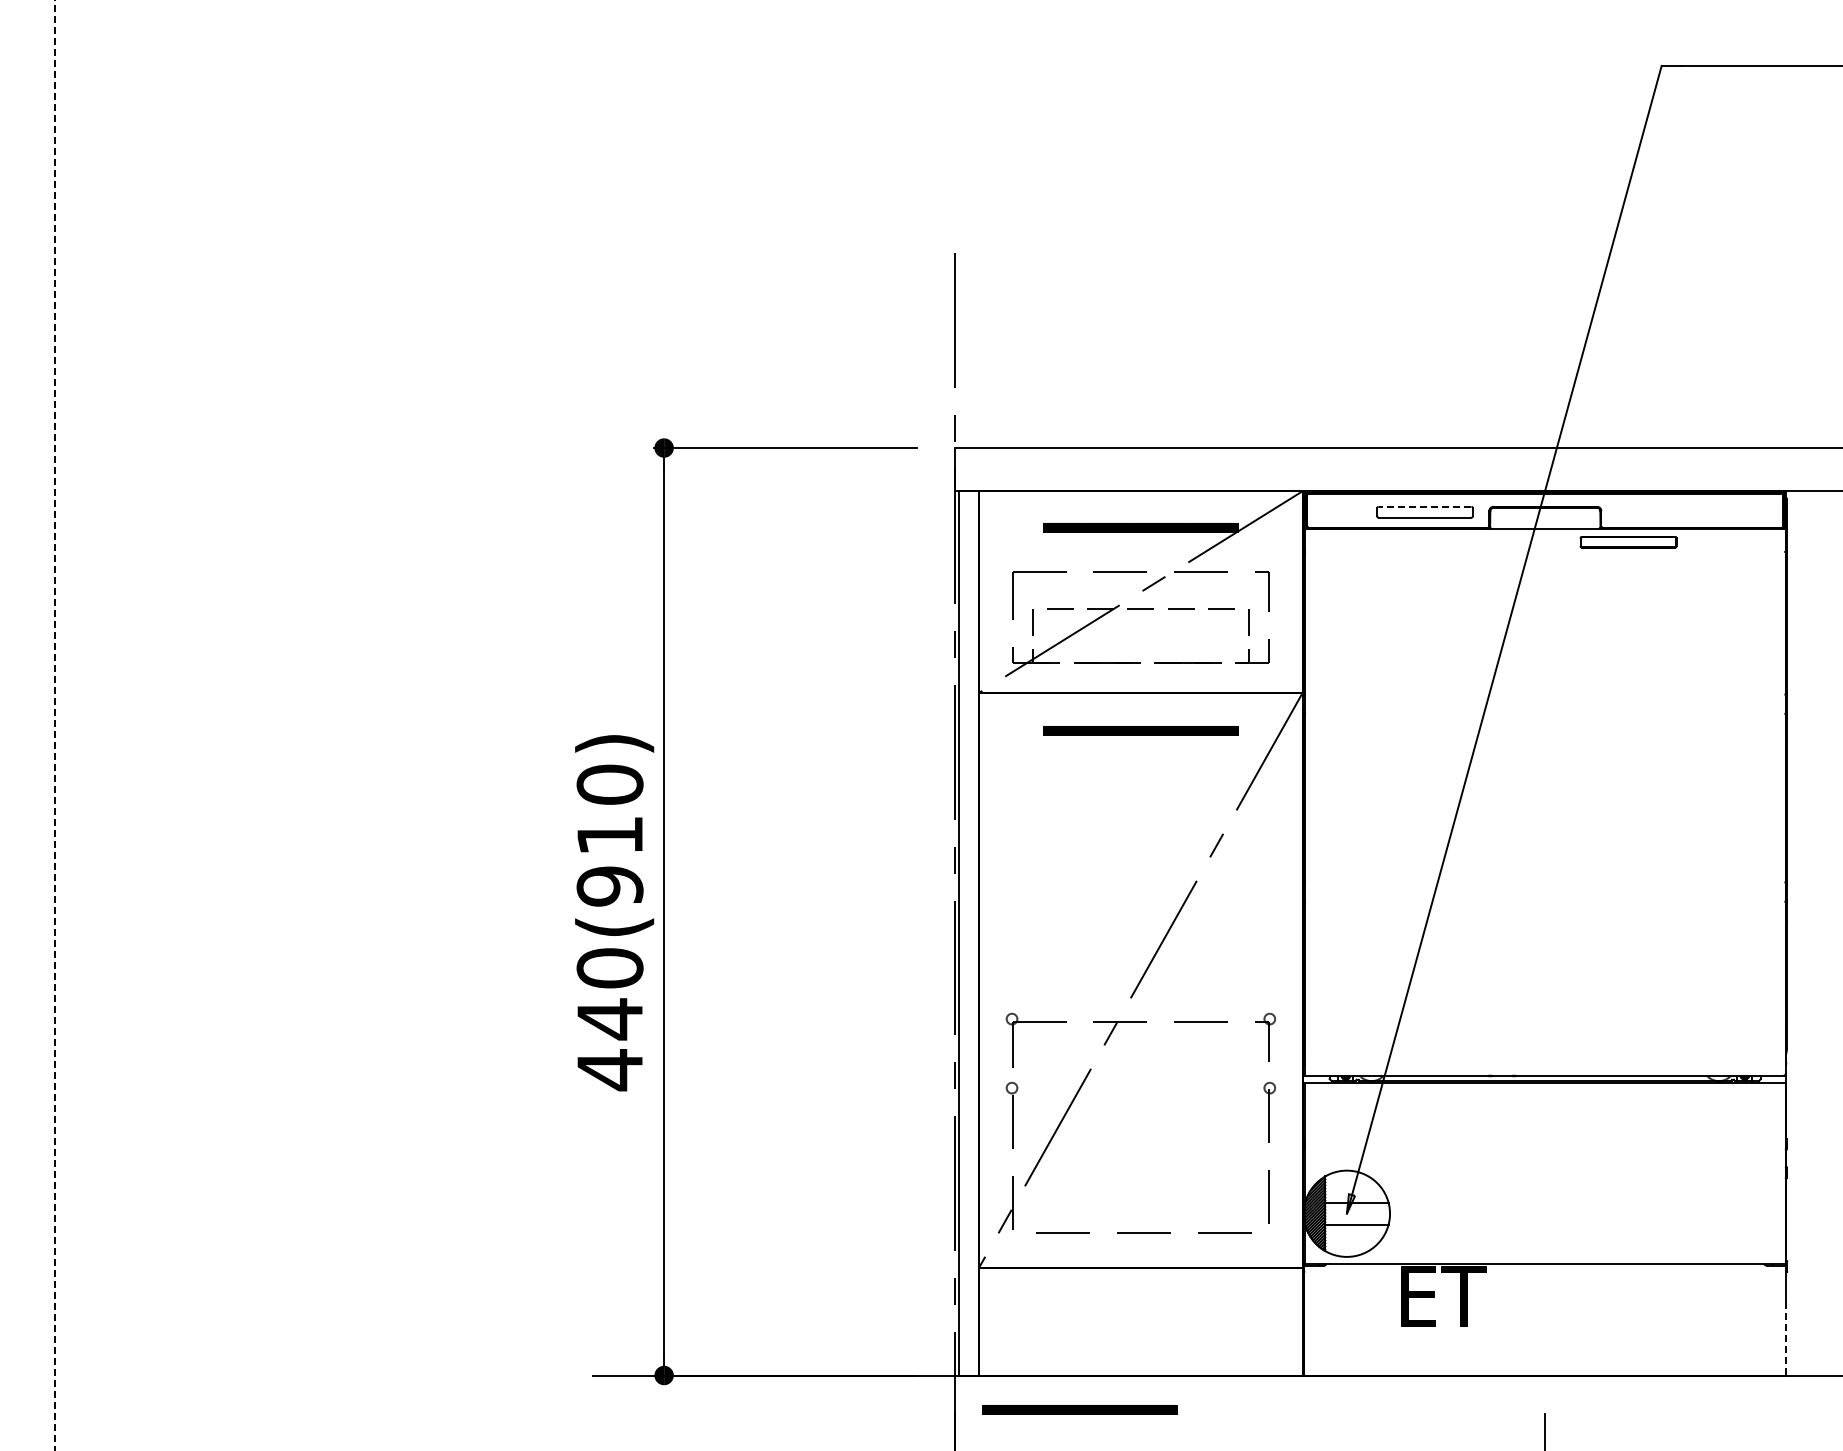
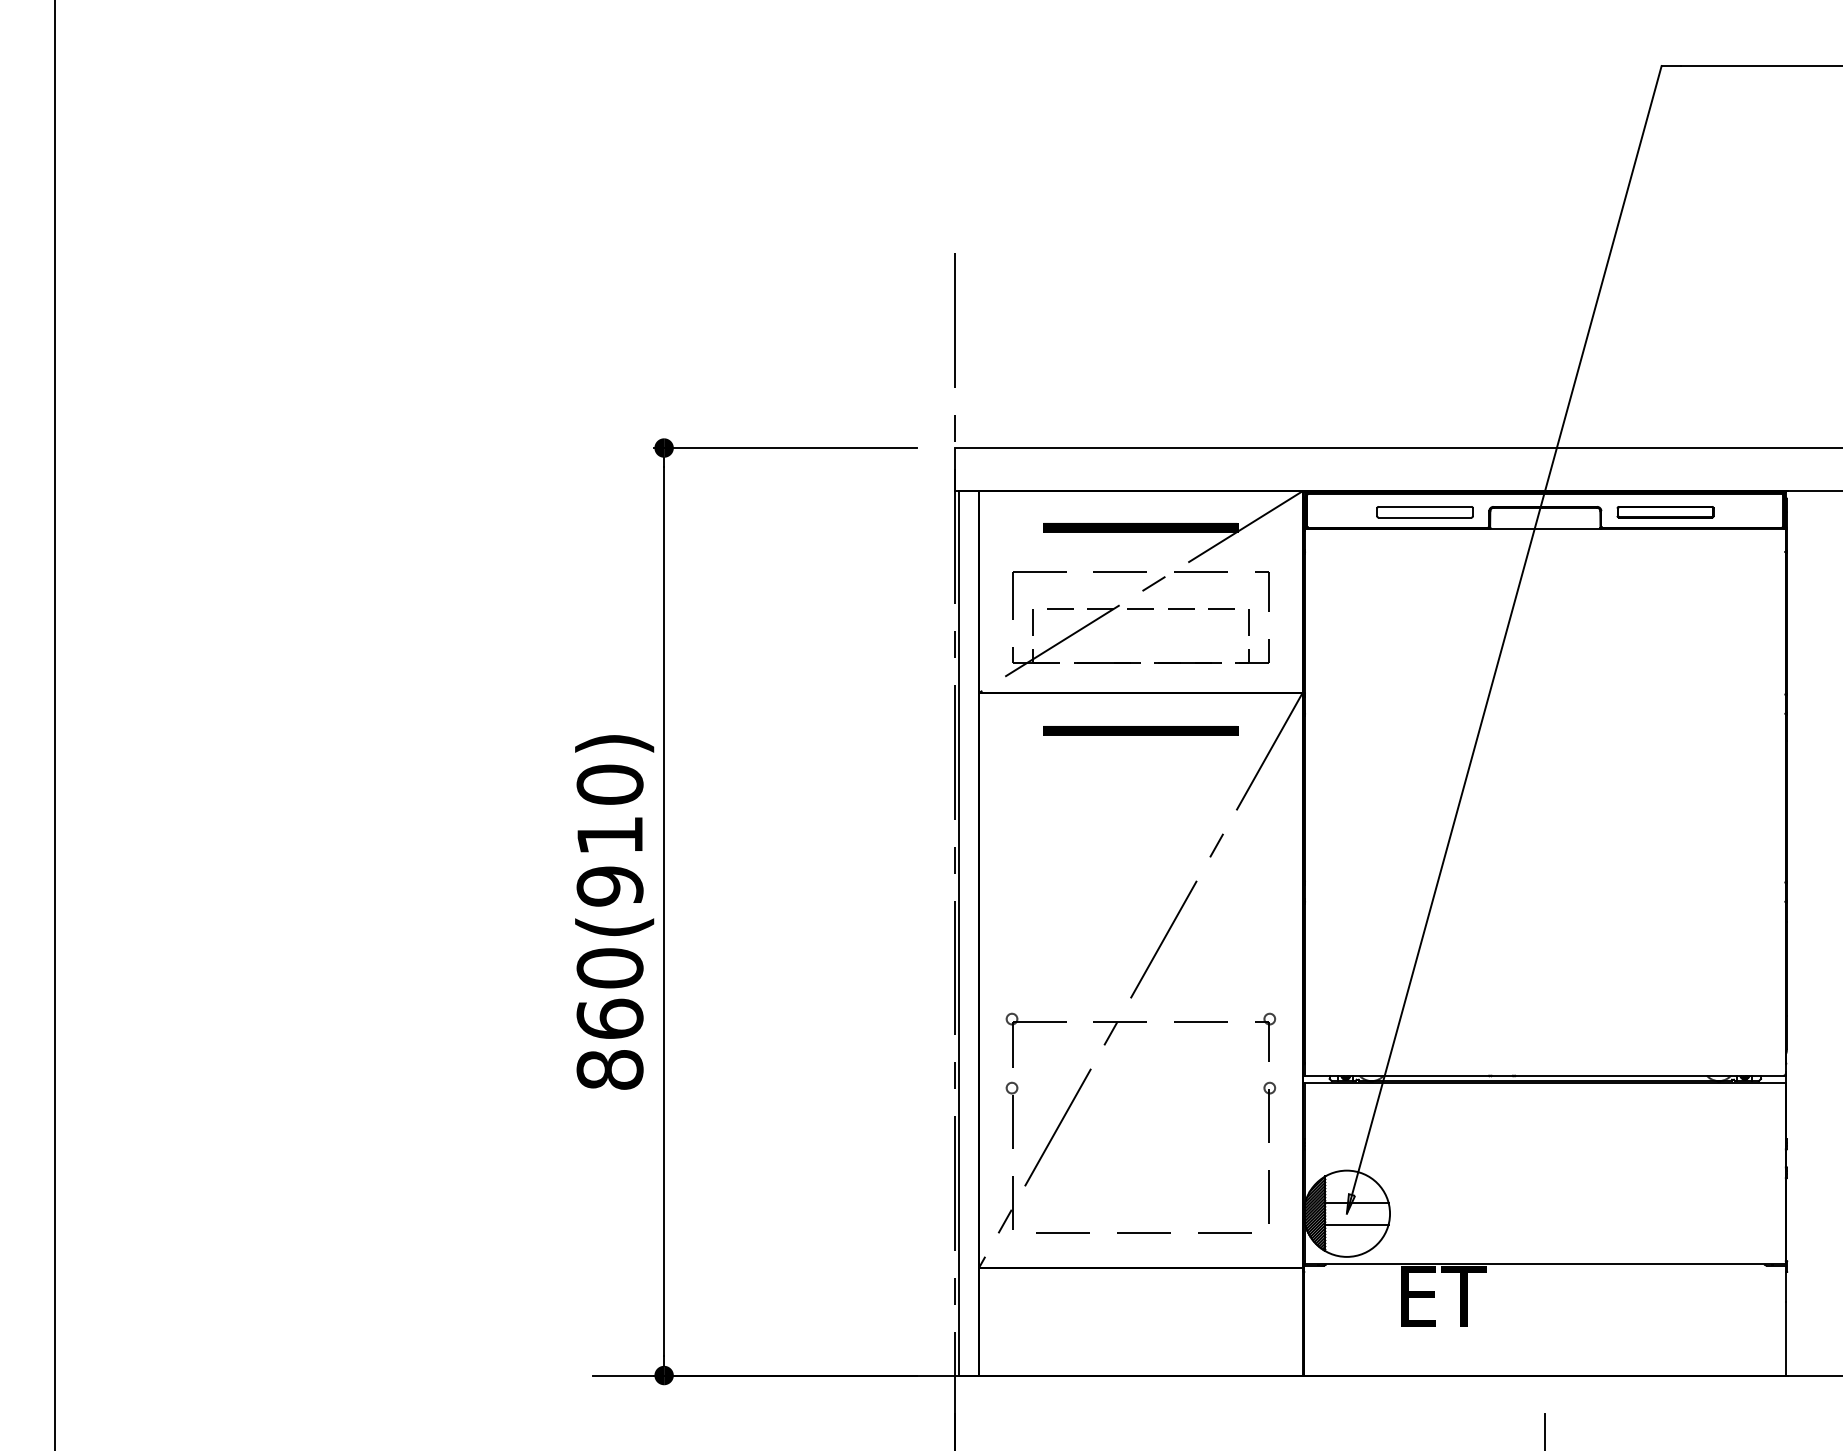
line at (1424, 506): dashed -> solid
part at (1628, 542) position: (1628, 542) -> (1665, 512)
line at (55, 725): dashed -> solid
text at (609, 1044): 440(910) -> 860(910)
line at (1786, 1338): dashed -> solid
part at (1079, 1409): present -> none
